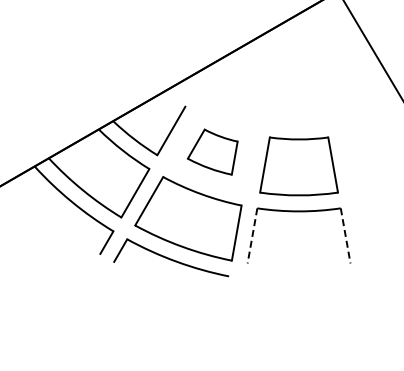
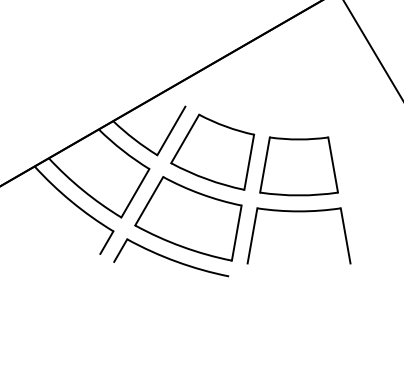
part at (212, 151) size: 52x48 px -> 86x78 px
line at (252, 235): dashed -> solid
line at (345, 235): dashed -> solid
